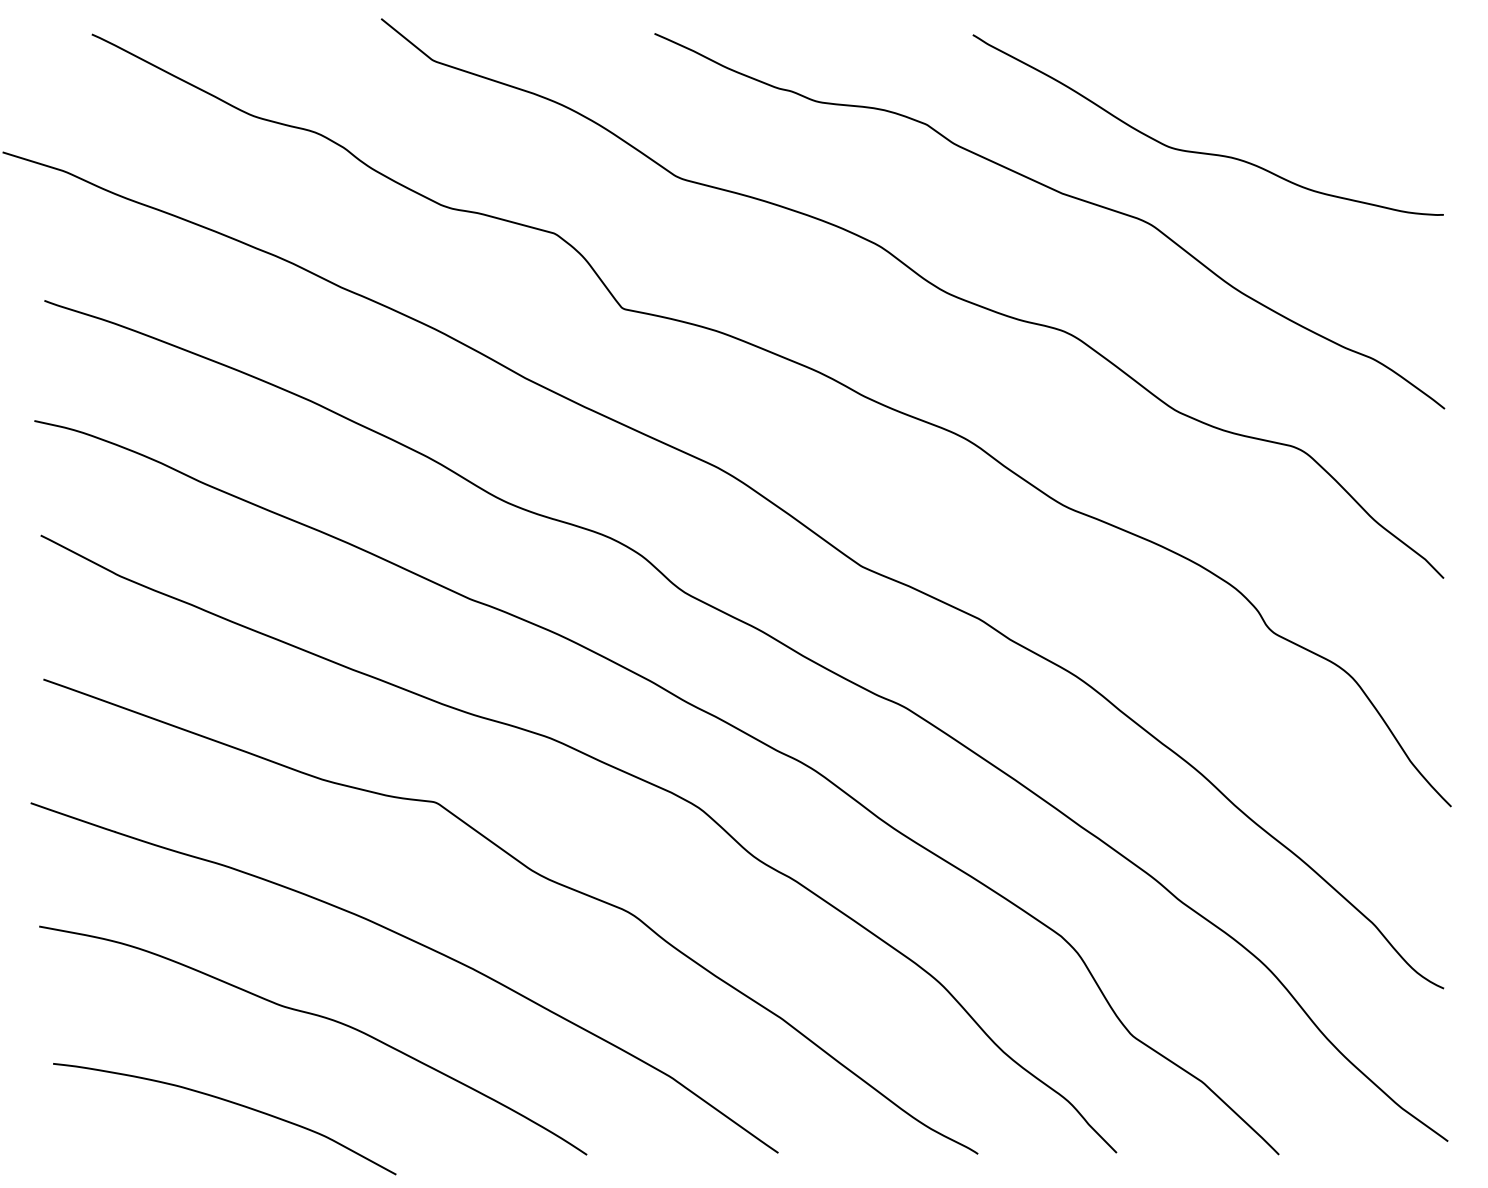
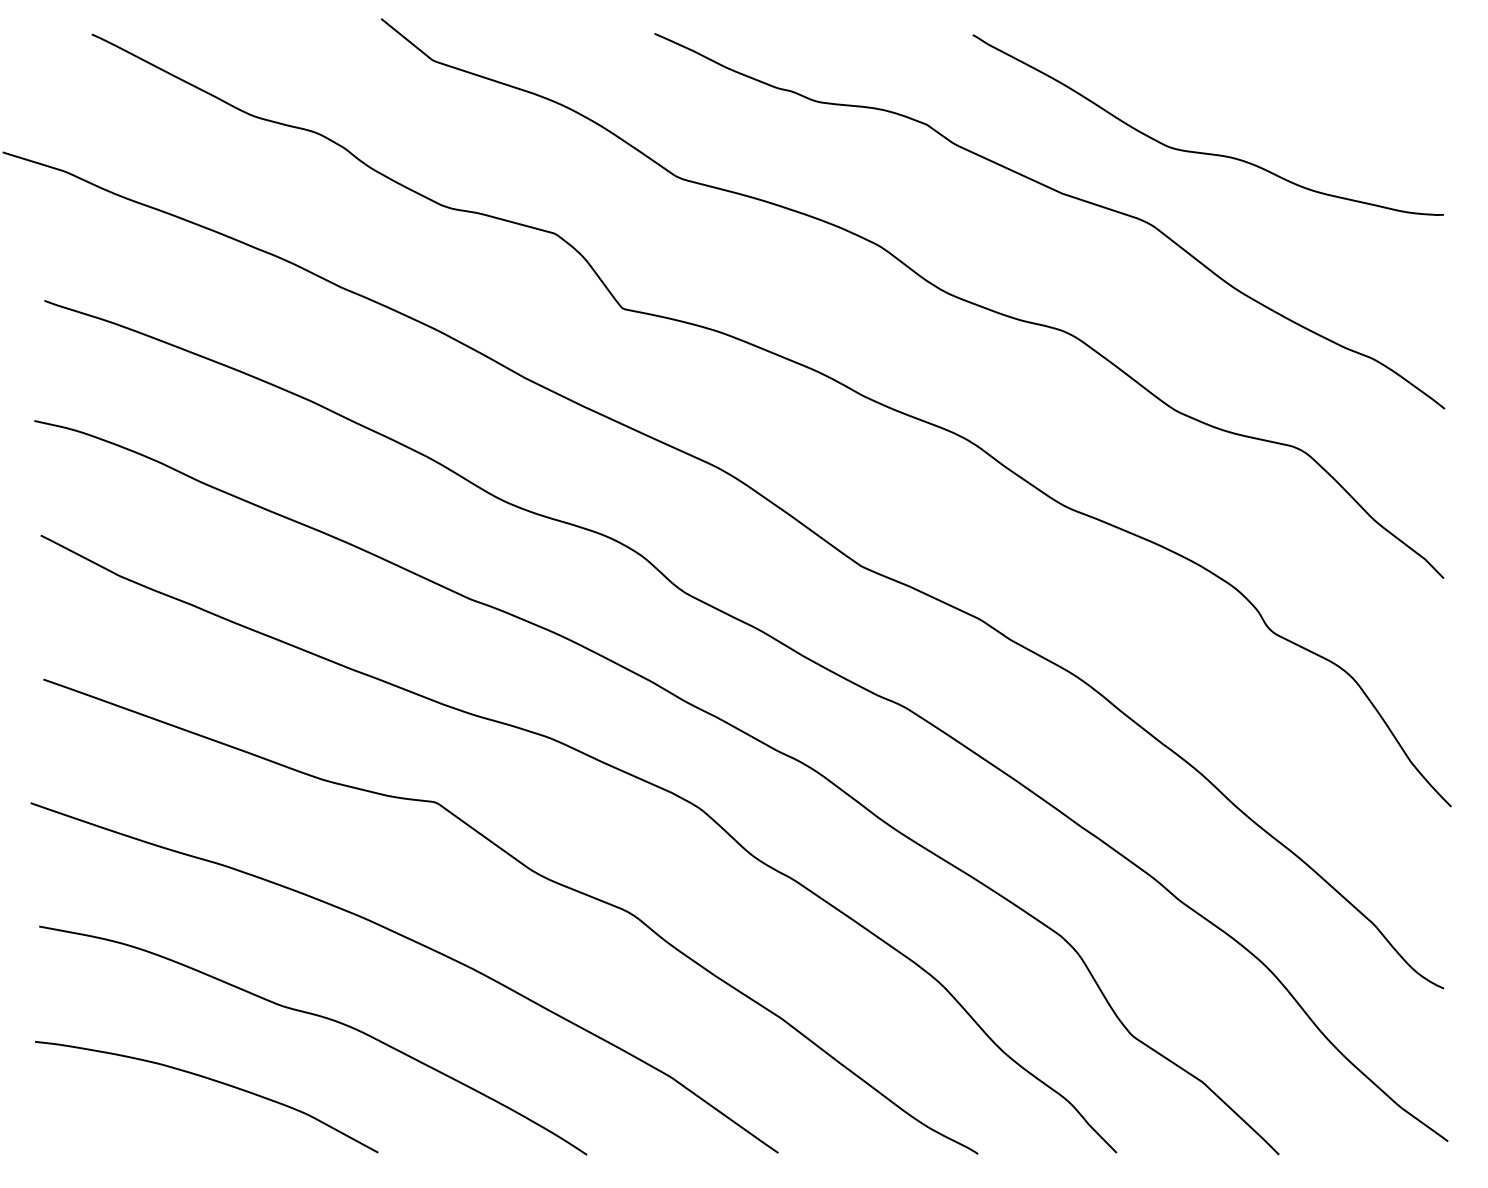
curve at (228, 1102) position: (228, 1102) -> (210, 1080)
